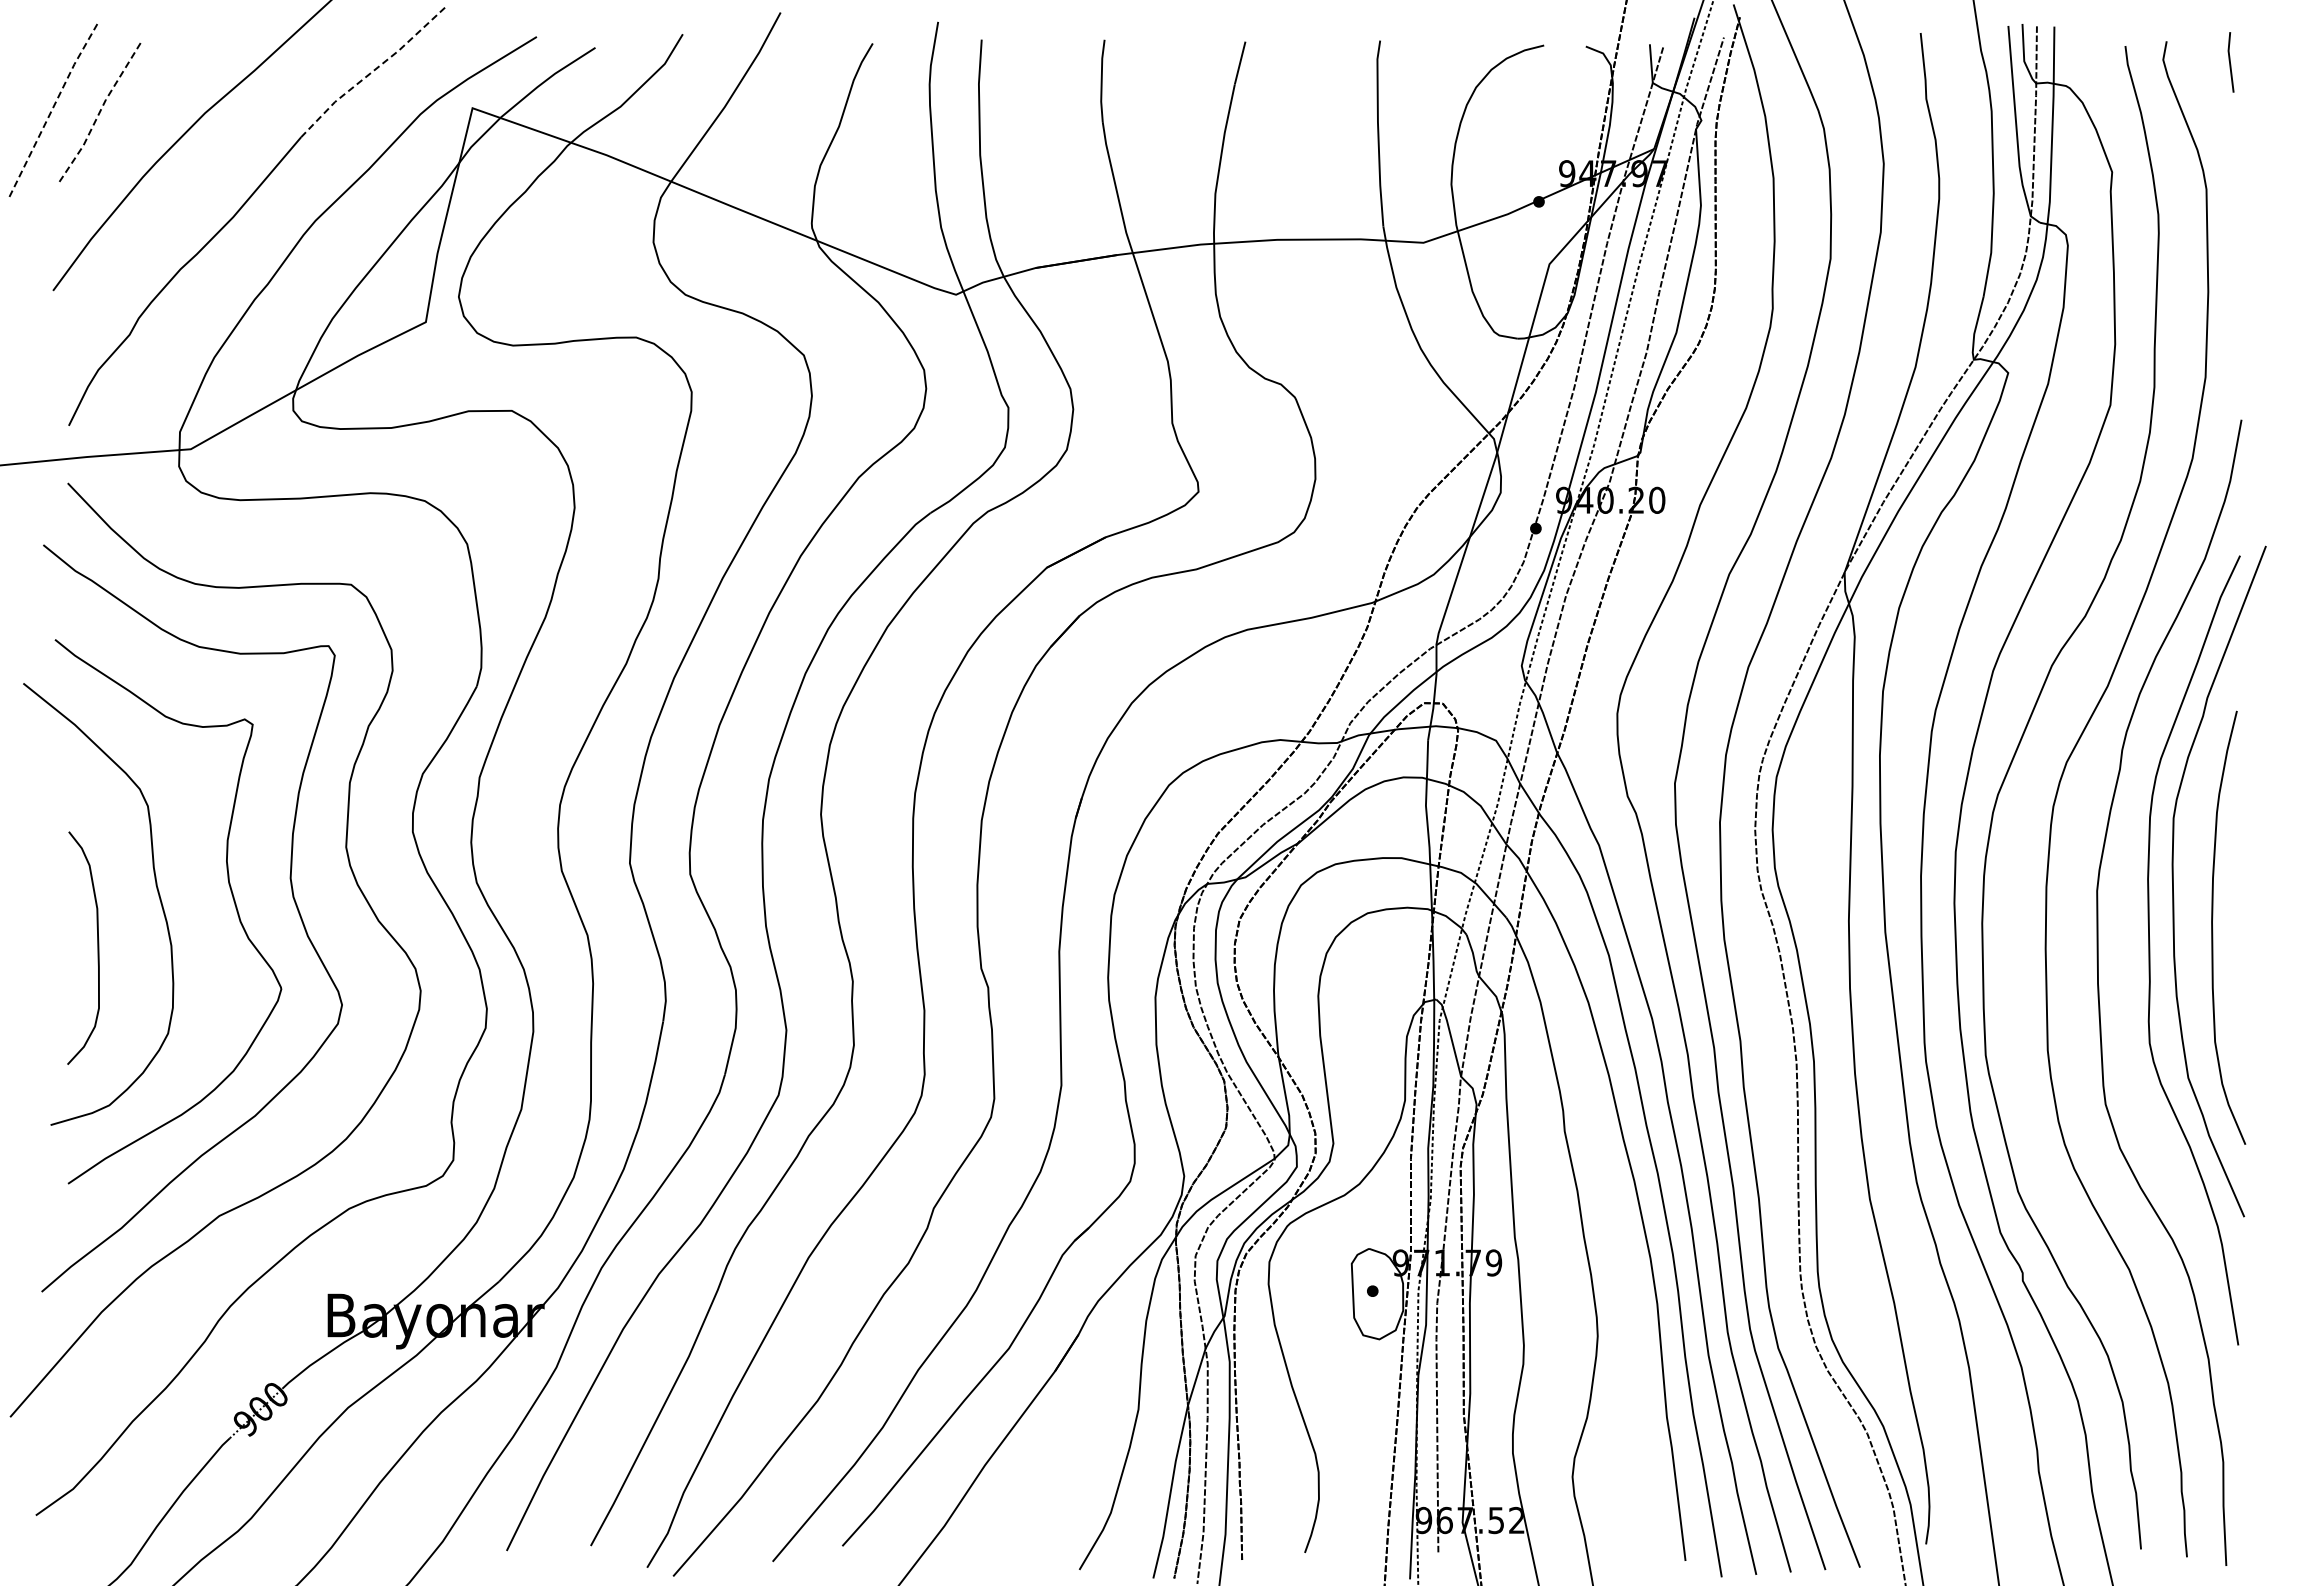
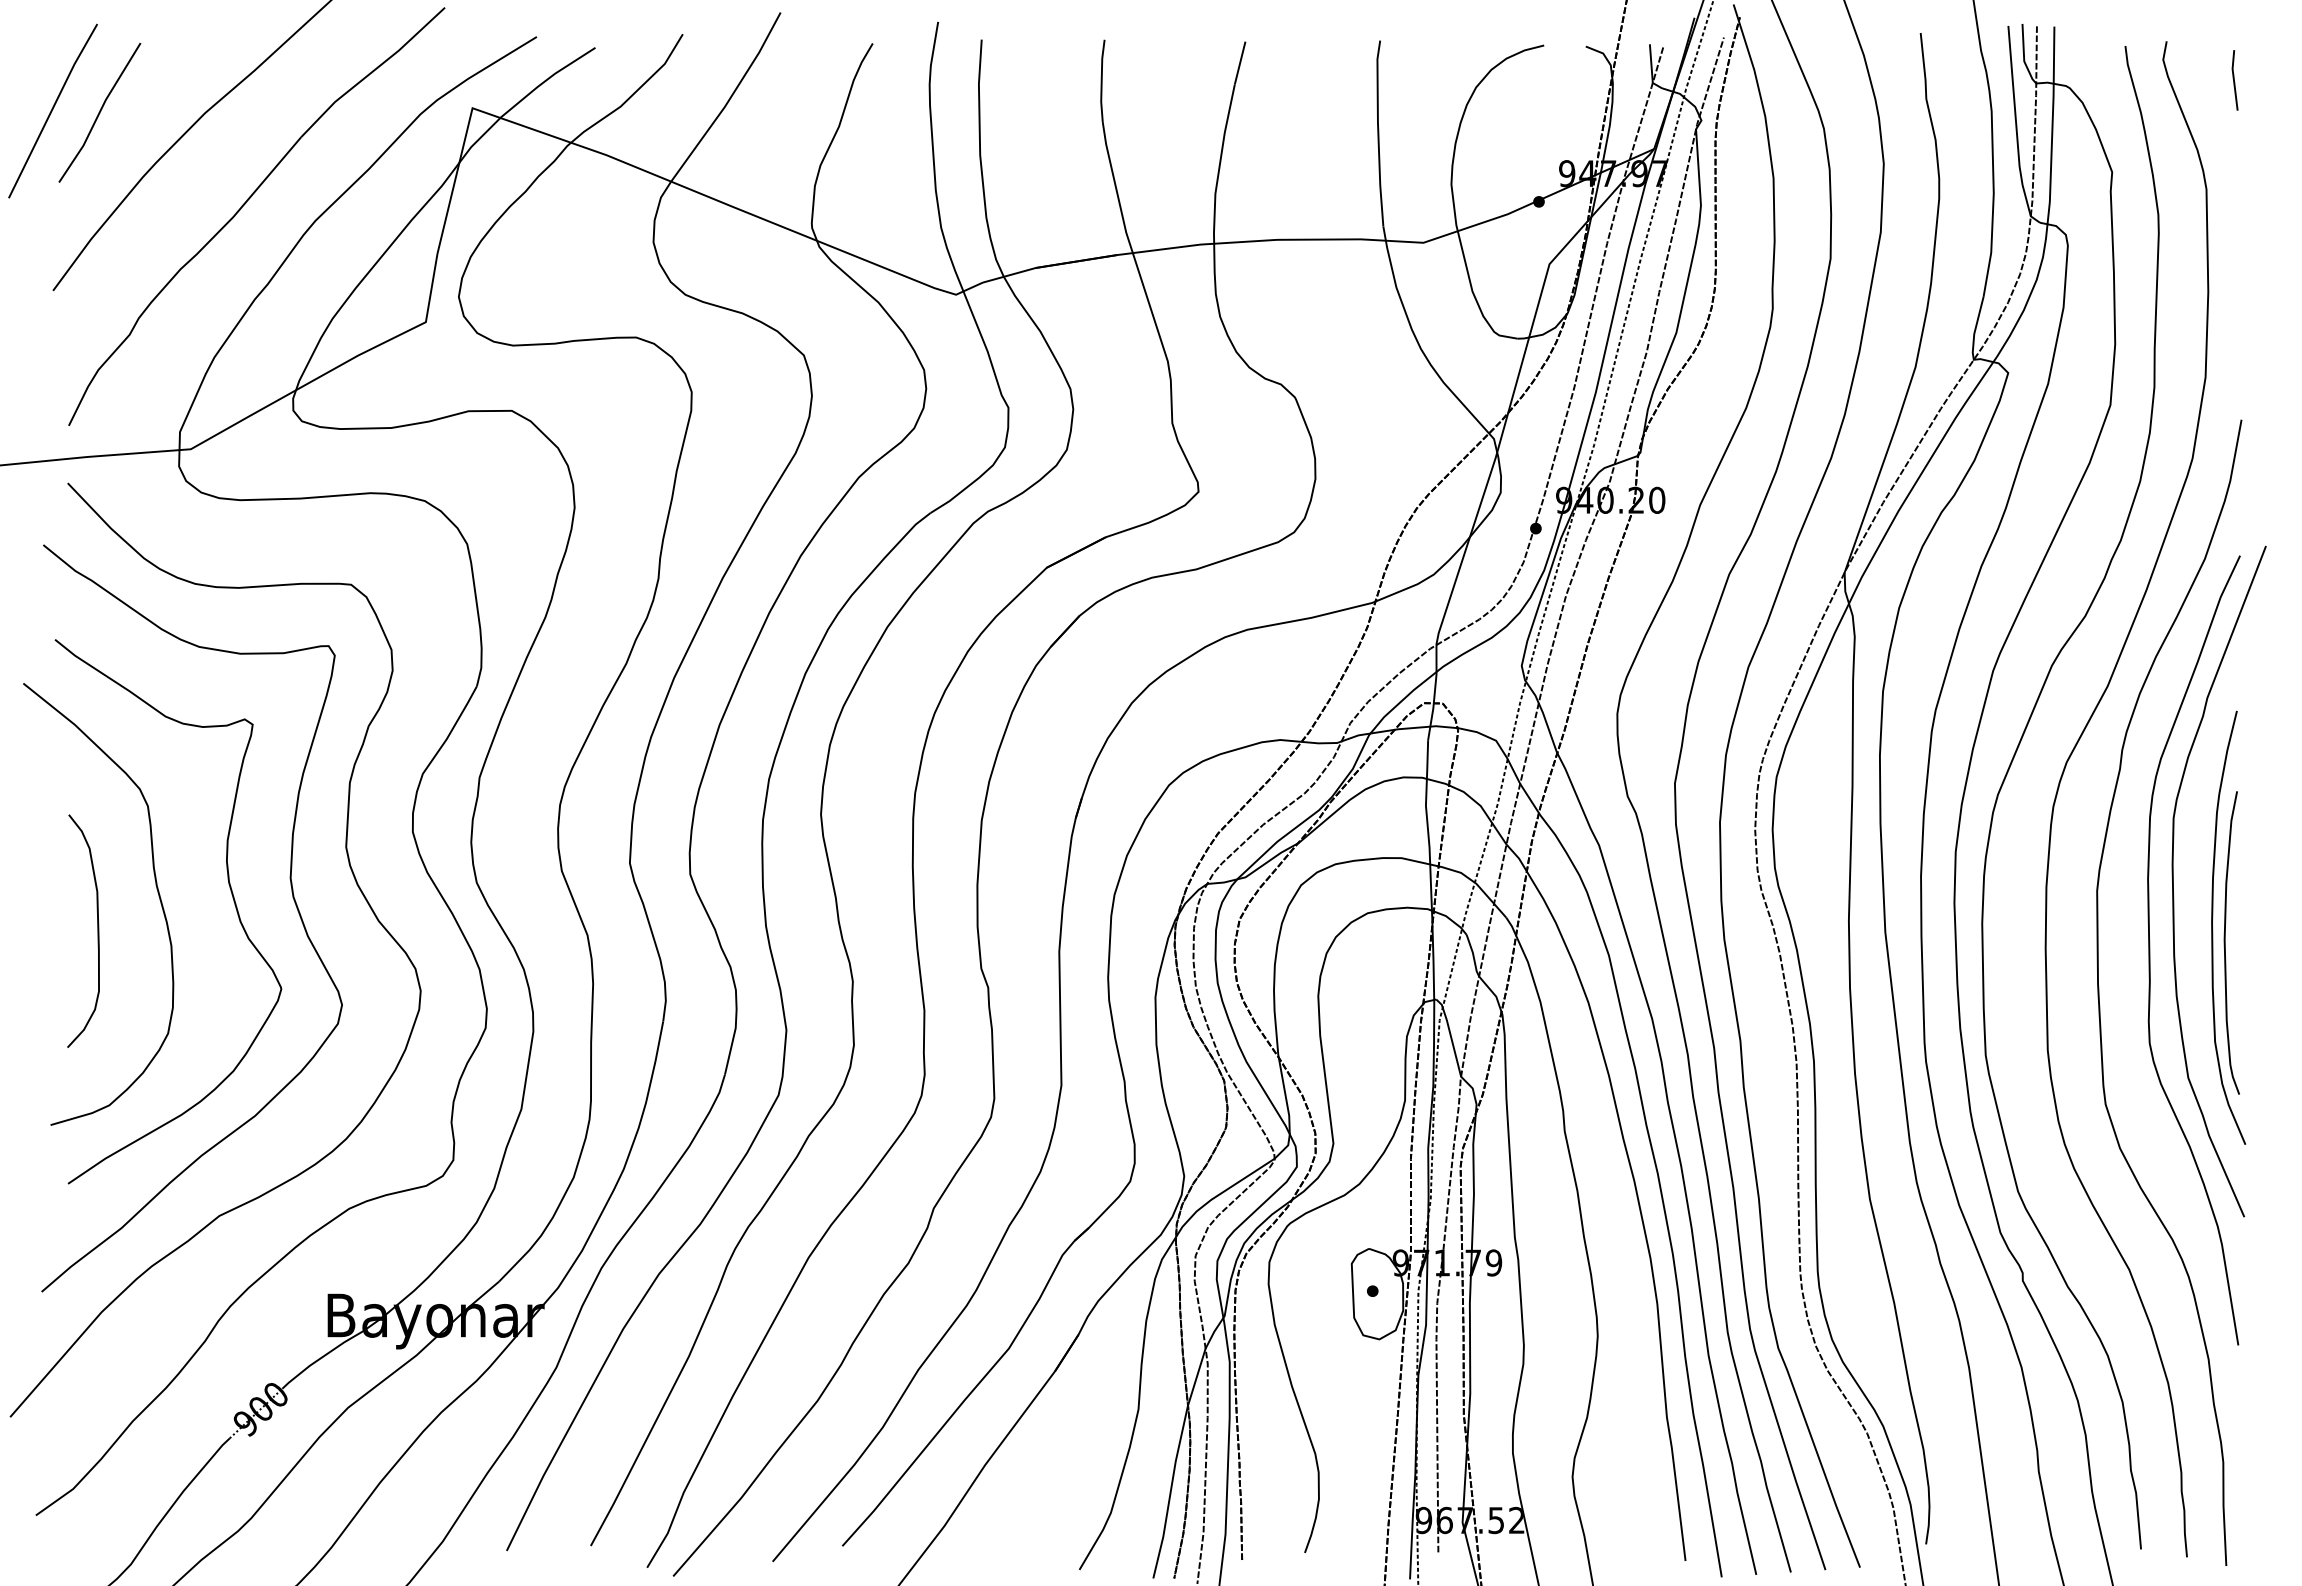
line at (2230, 62) position: (2230, 62) -> (2234, 80)
line at (372, 72): dashed -> solid
line at (52, 109): dashed -> solid
line at (99, 113): dashed -> solid
curve at (2225, 942): none -> present
curve at (97, 947) position: (97, 947) -> (97, 930)
